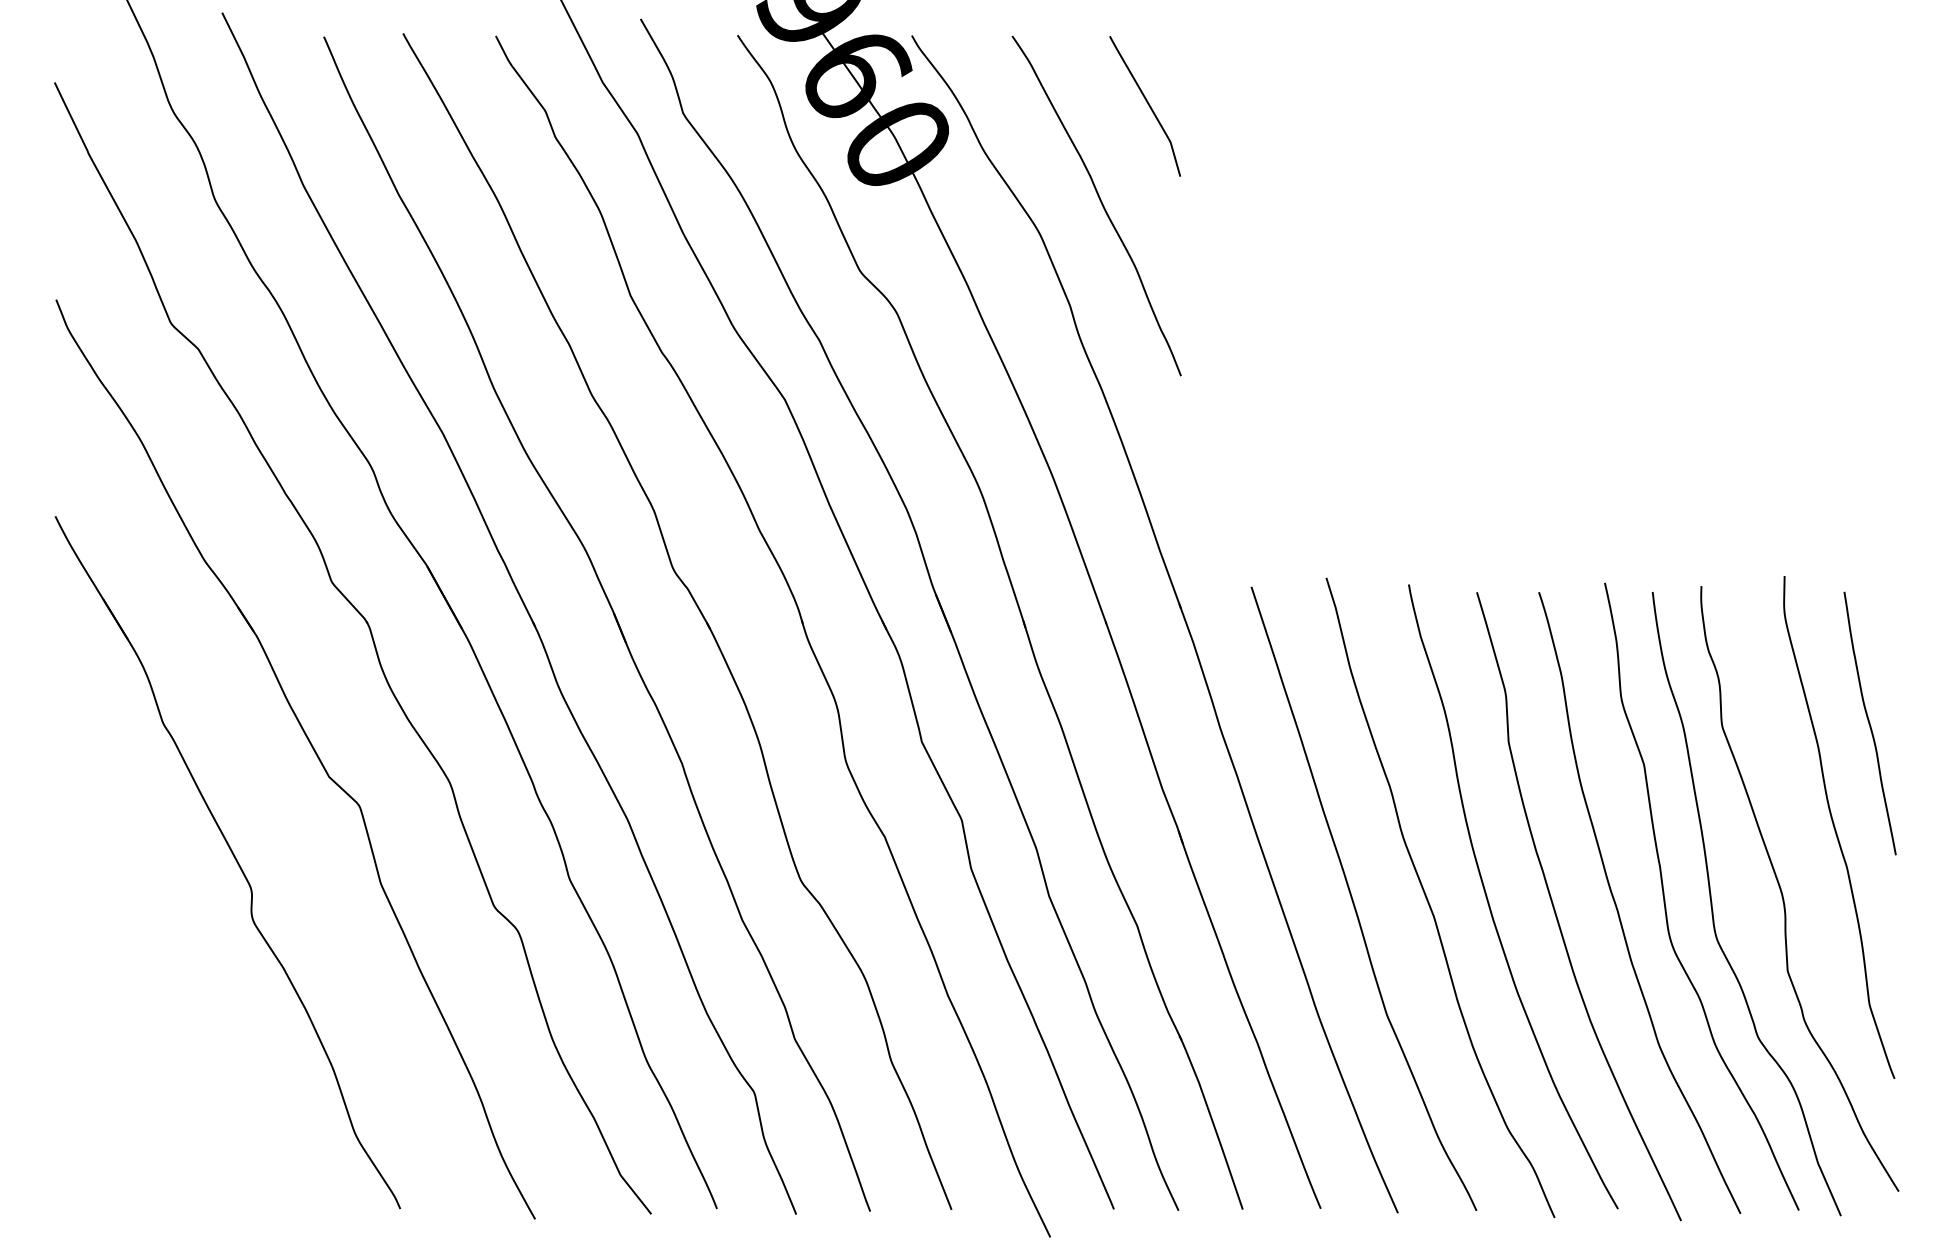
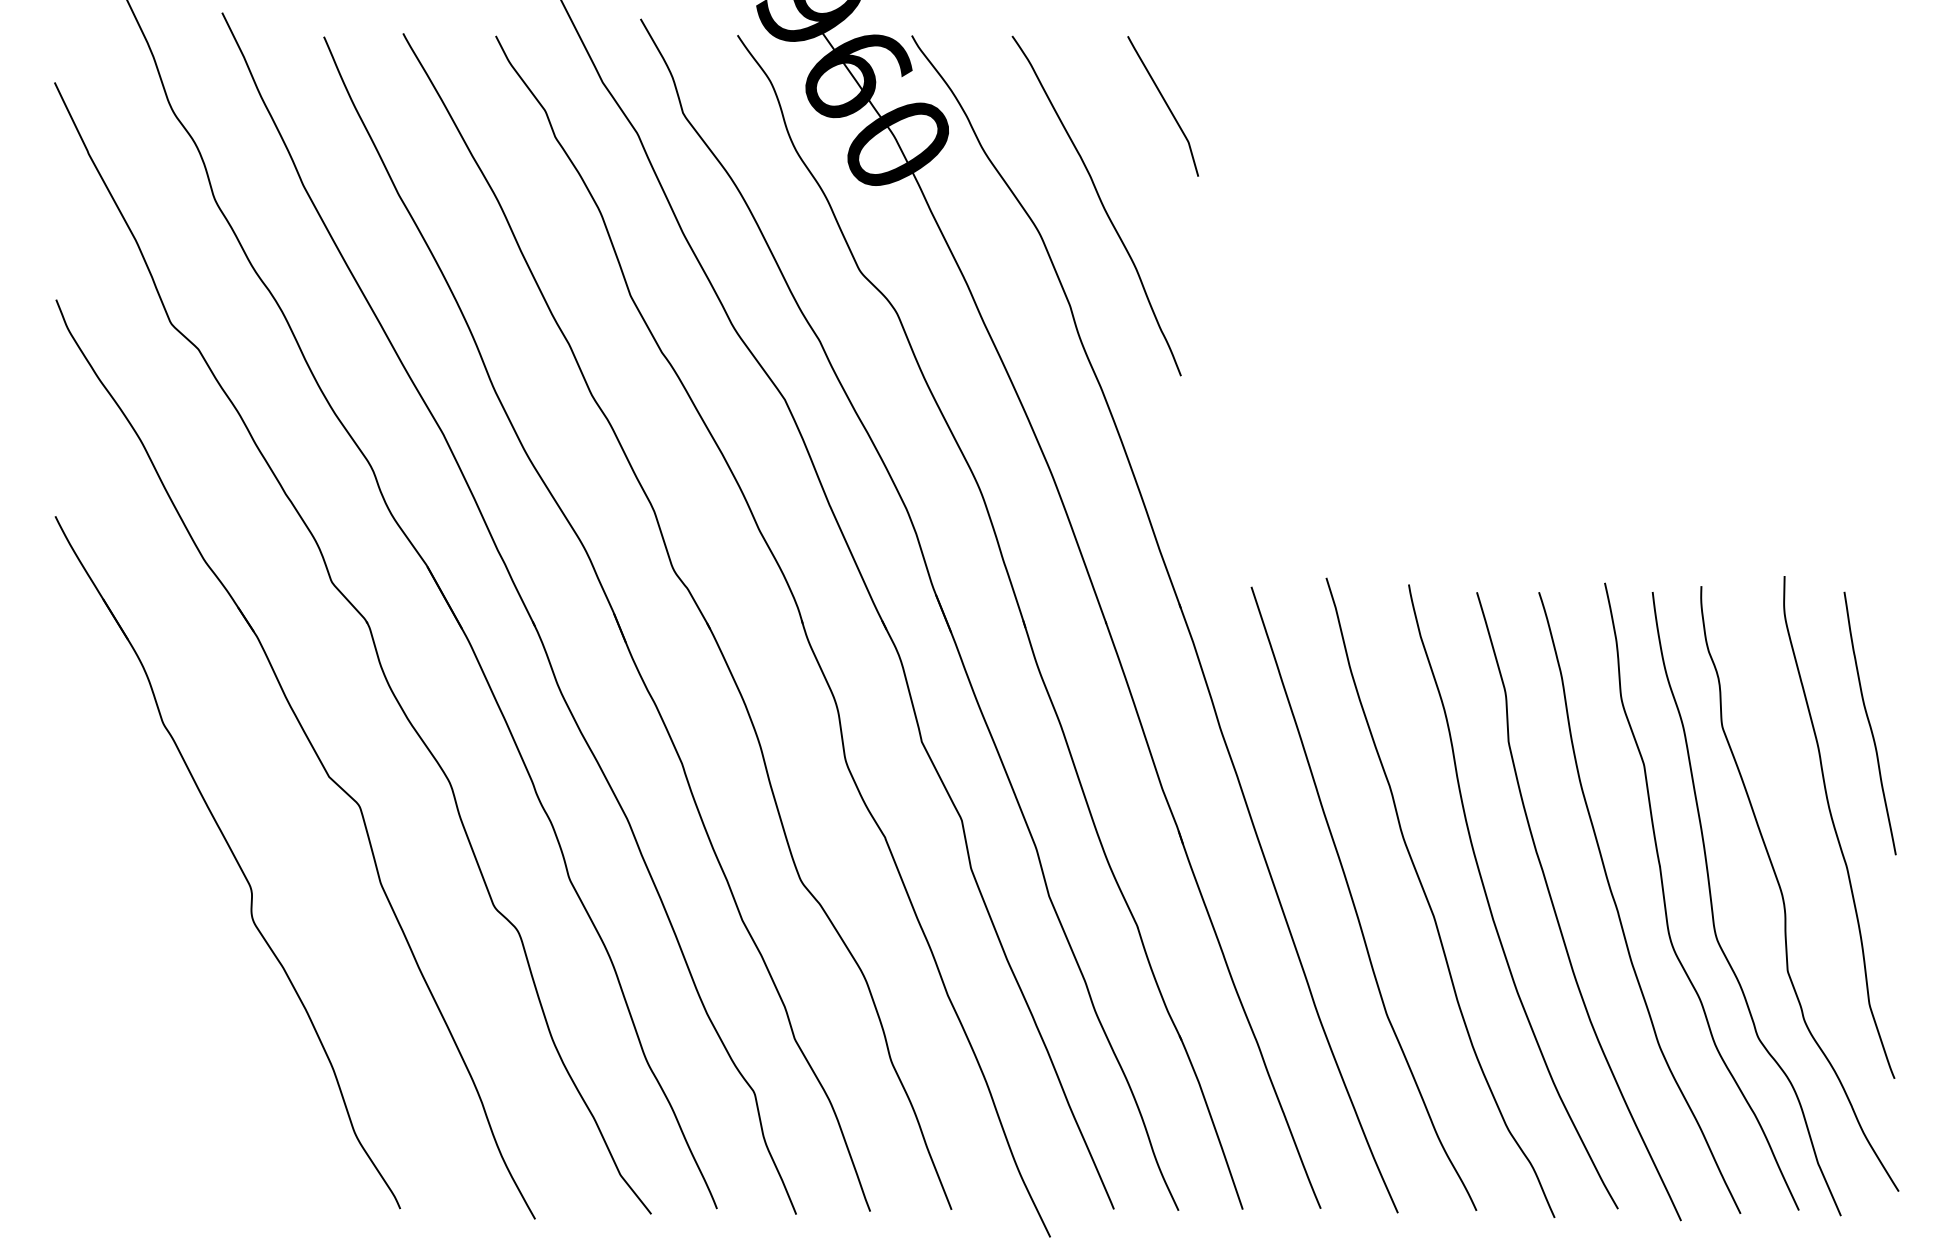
curve at (1147, 104) position: (1147, 104) -> (1165, 104)
